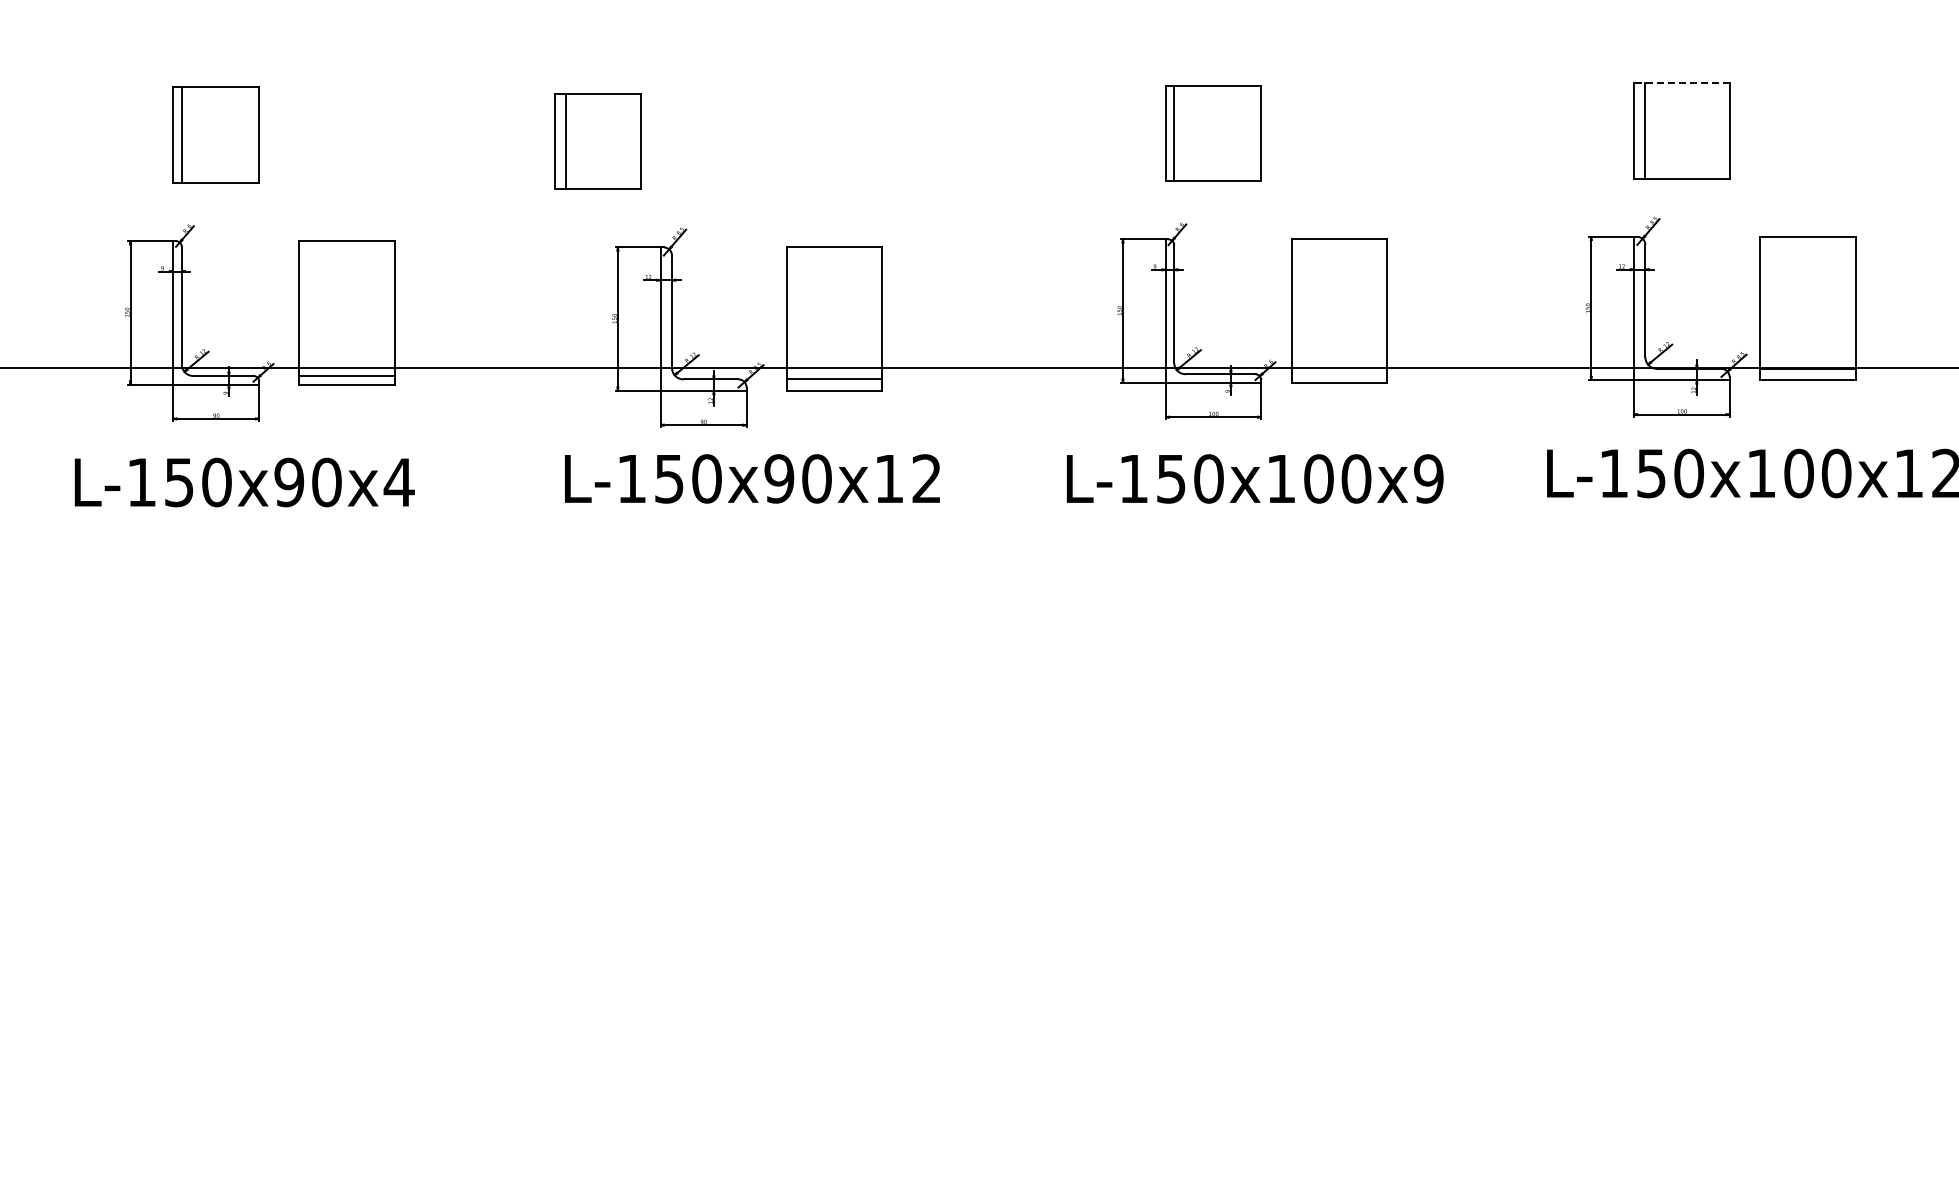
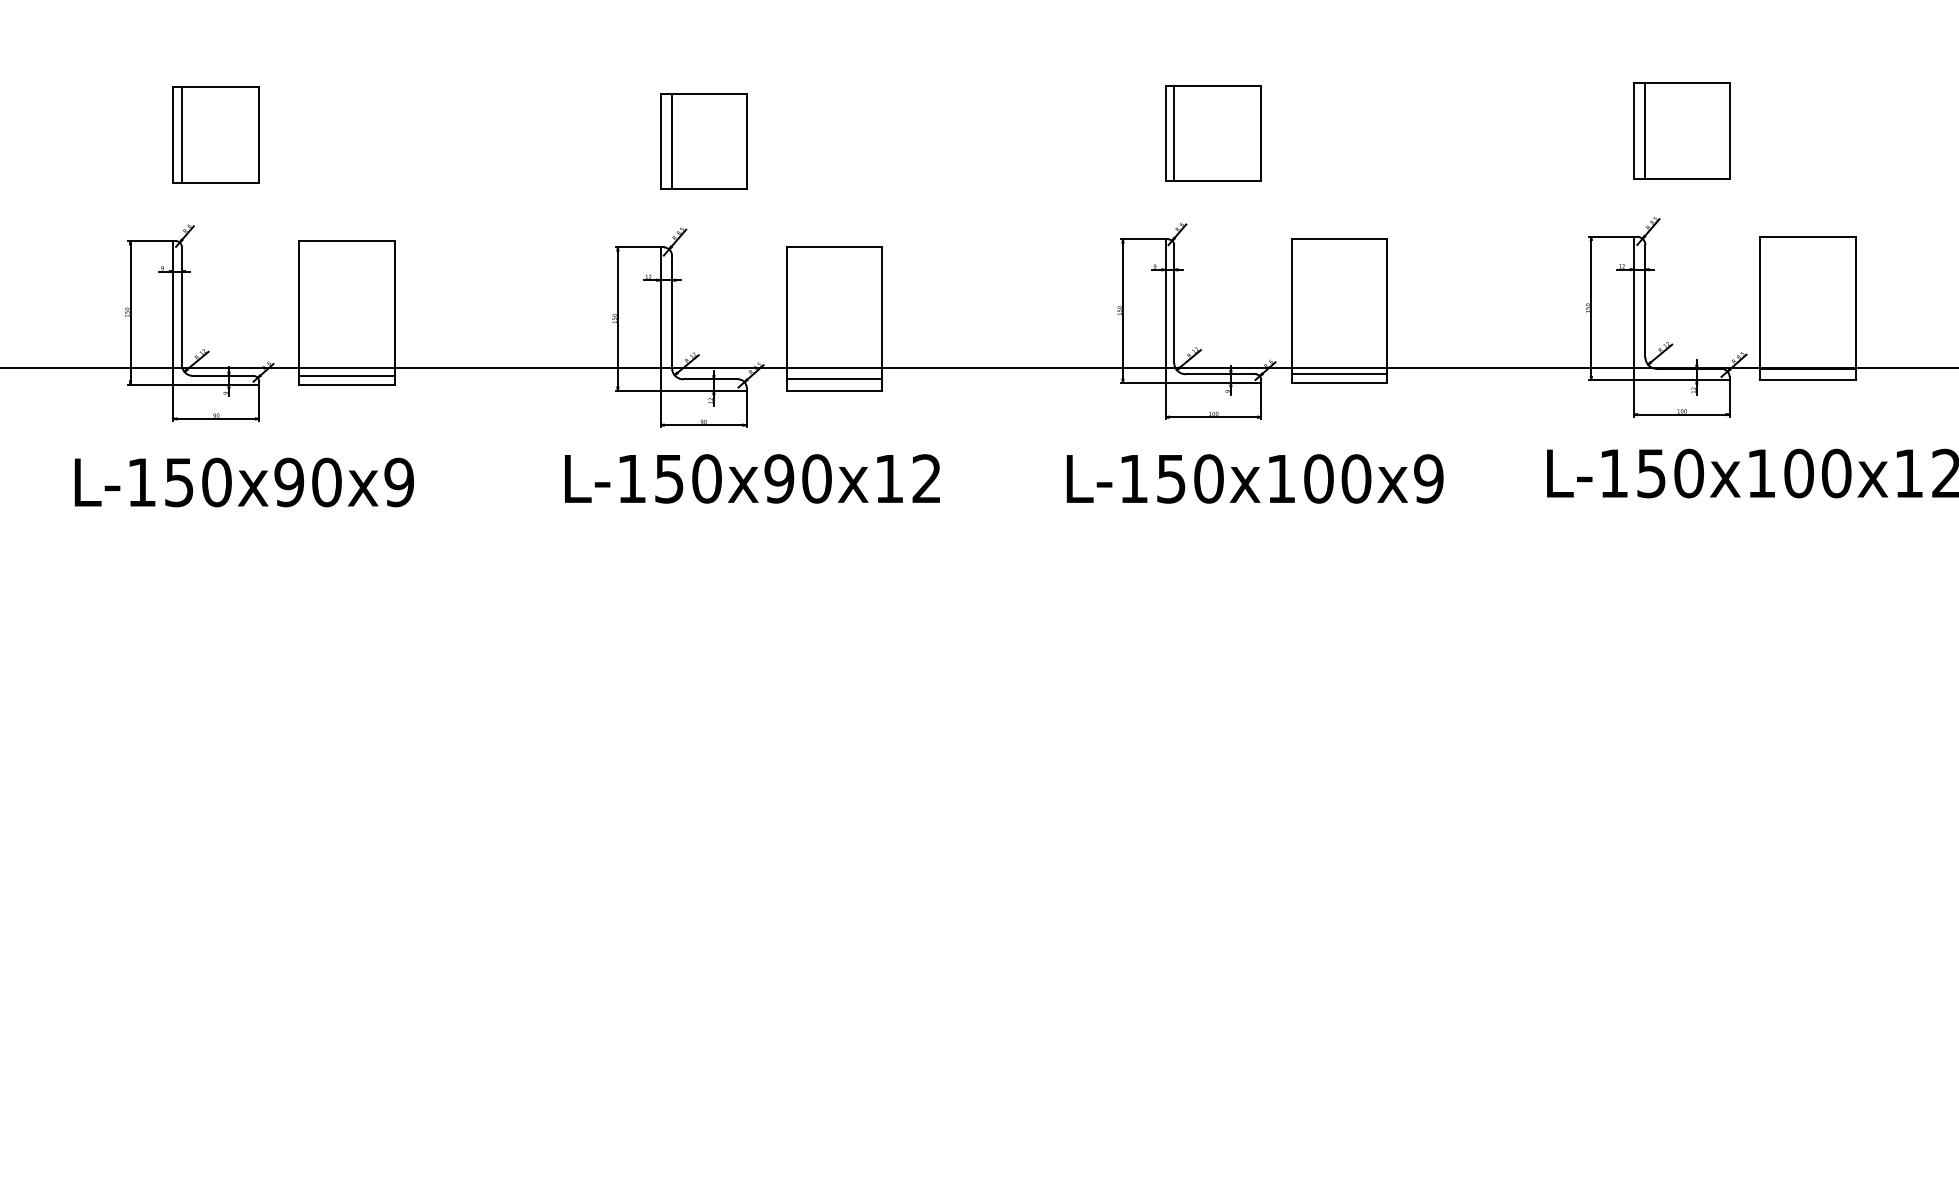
line at (1681, 83): dashed -> solid
part at (597, 141) position: (597, 141) -> (703, 141)
line at (1339, 374): none -> present
text at (398, 482): L-150x90x4 -> L-150x90x9
